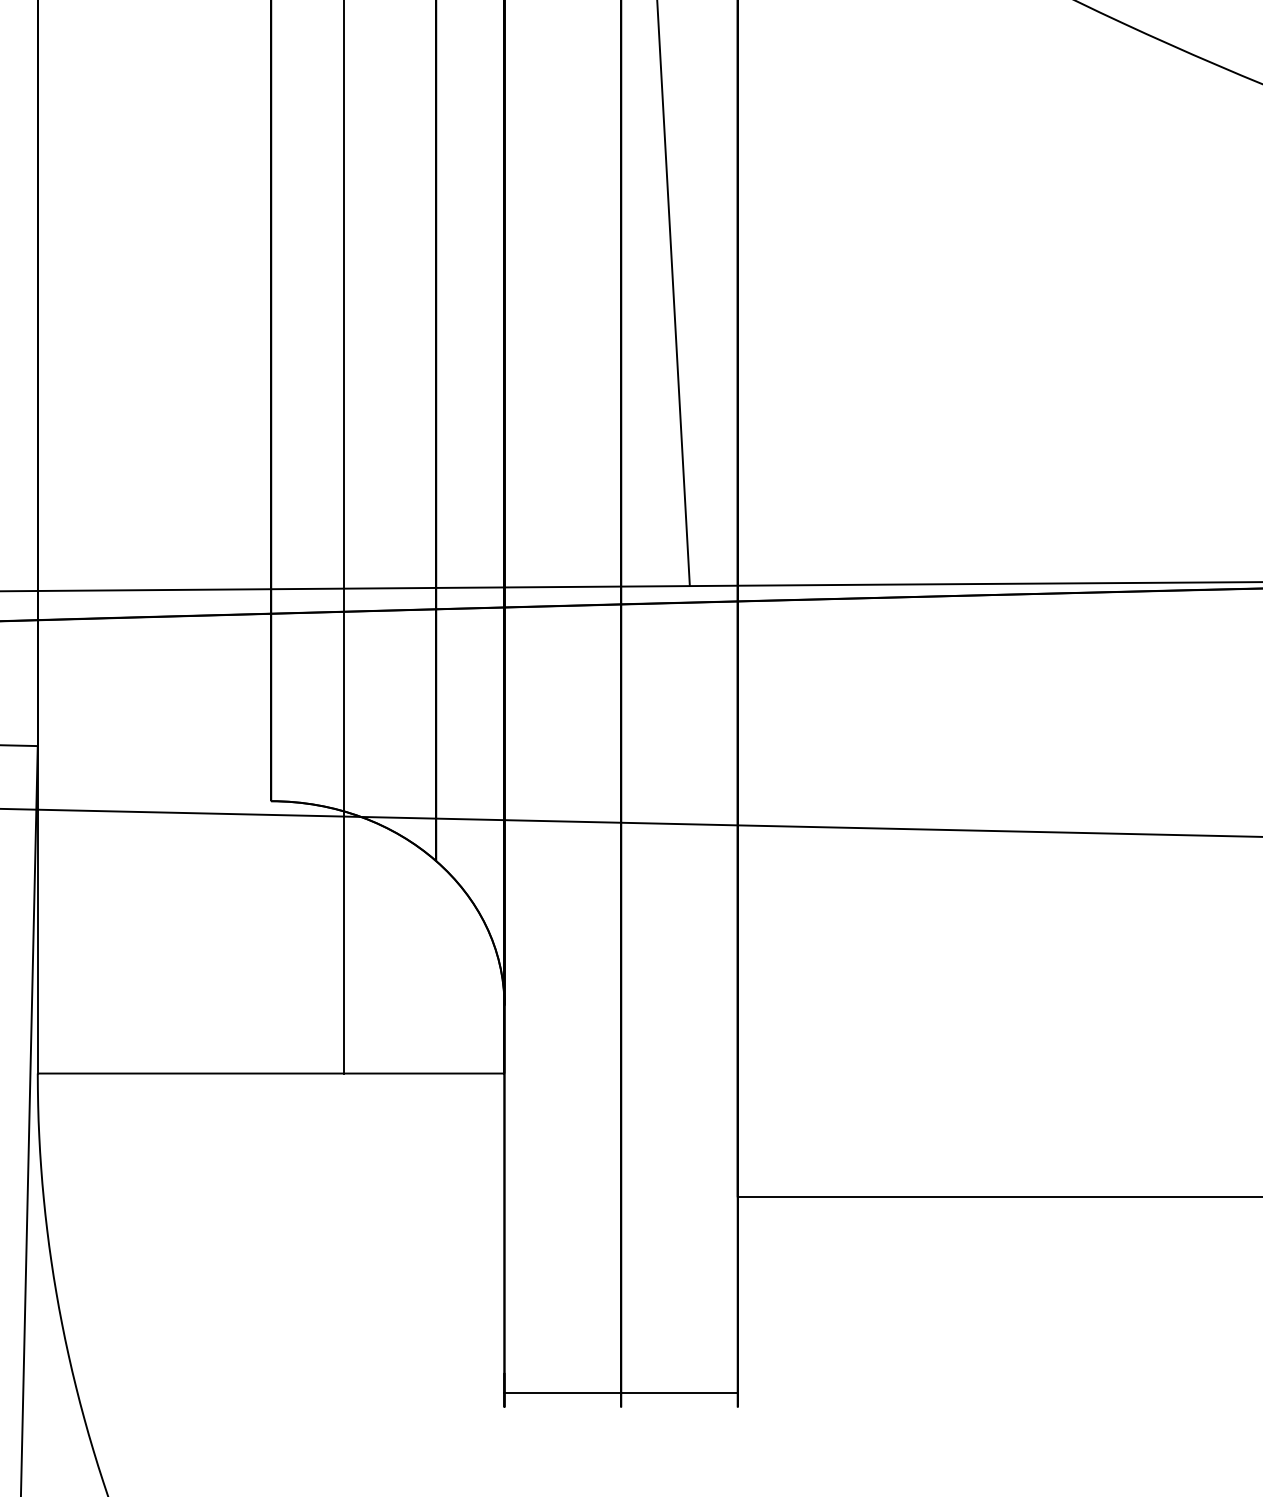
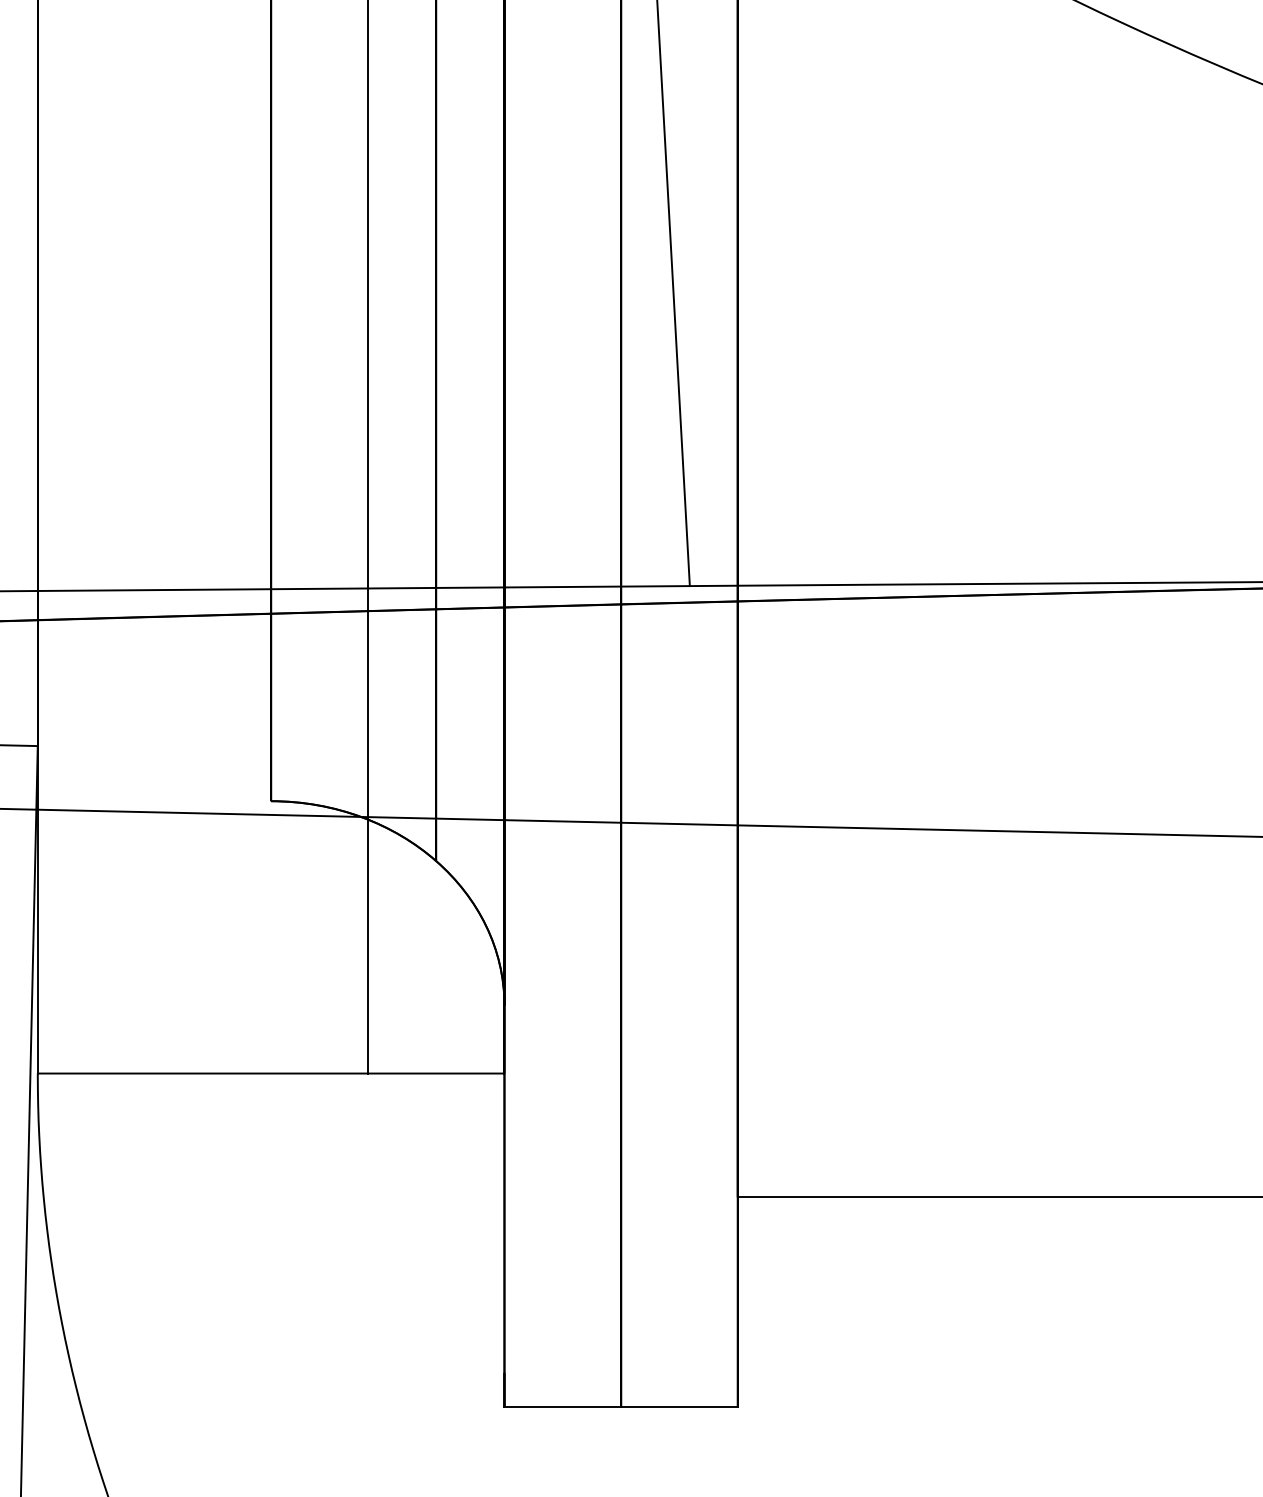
line at (343, 537) position: (343, 537) -> (367, 537)
line at (620, 1393) position: (620, 1393) -> (620, 1407)
